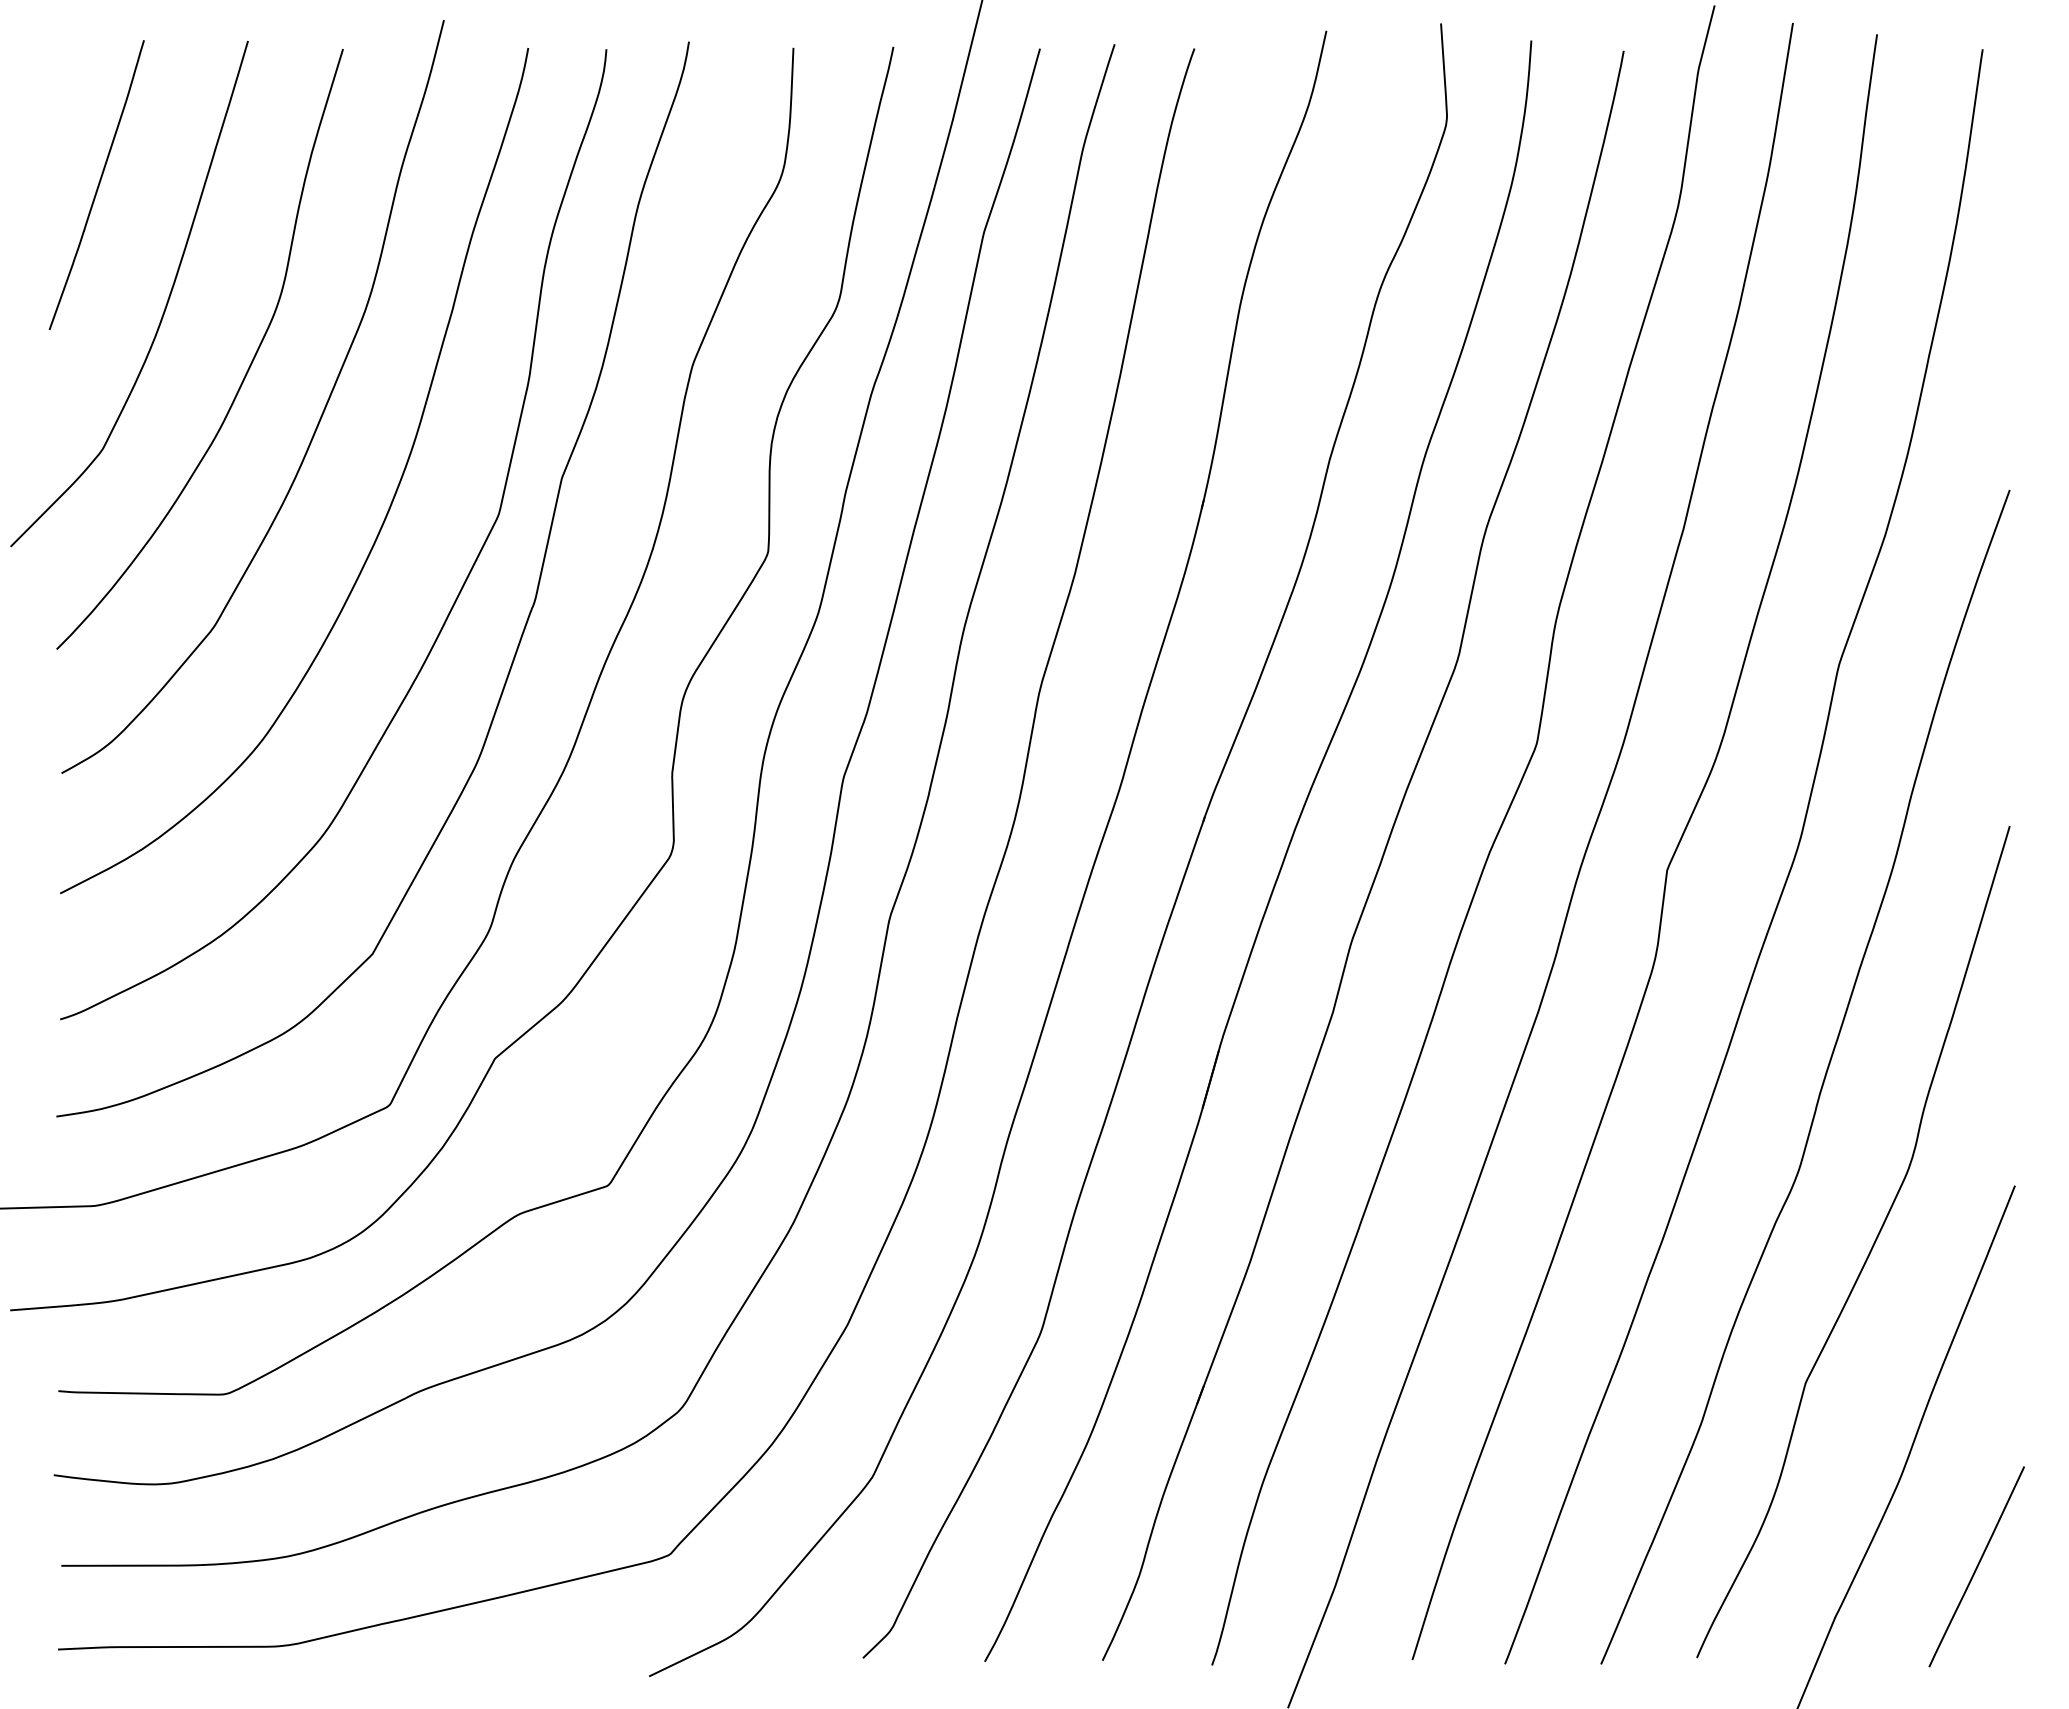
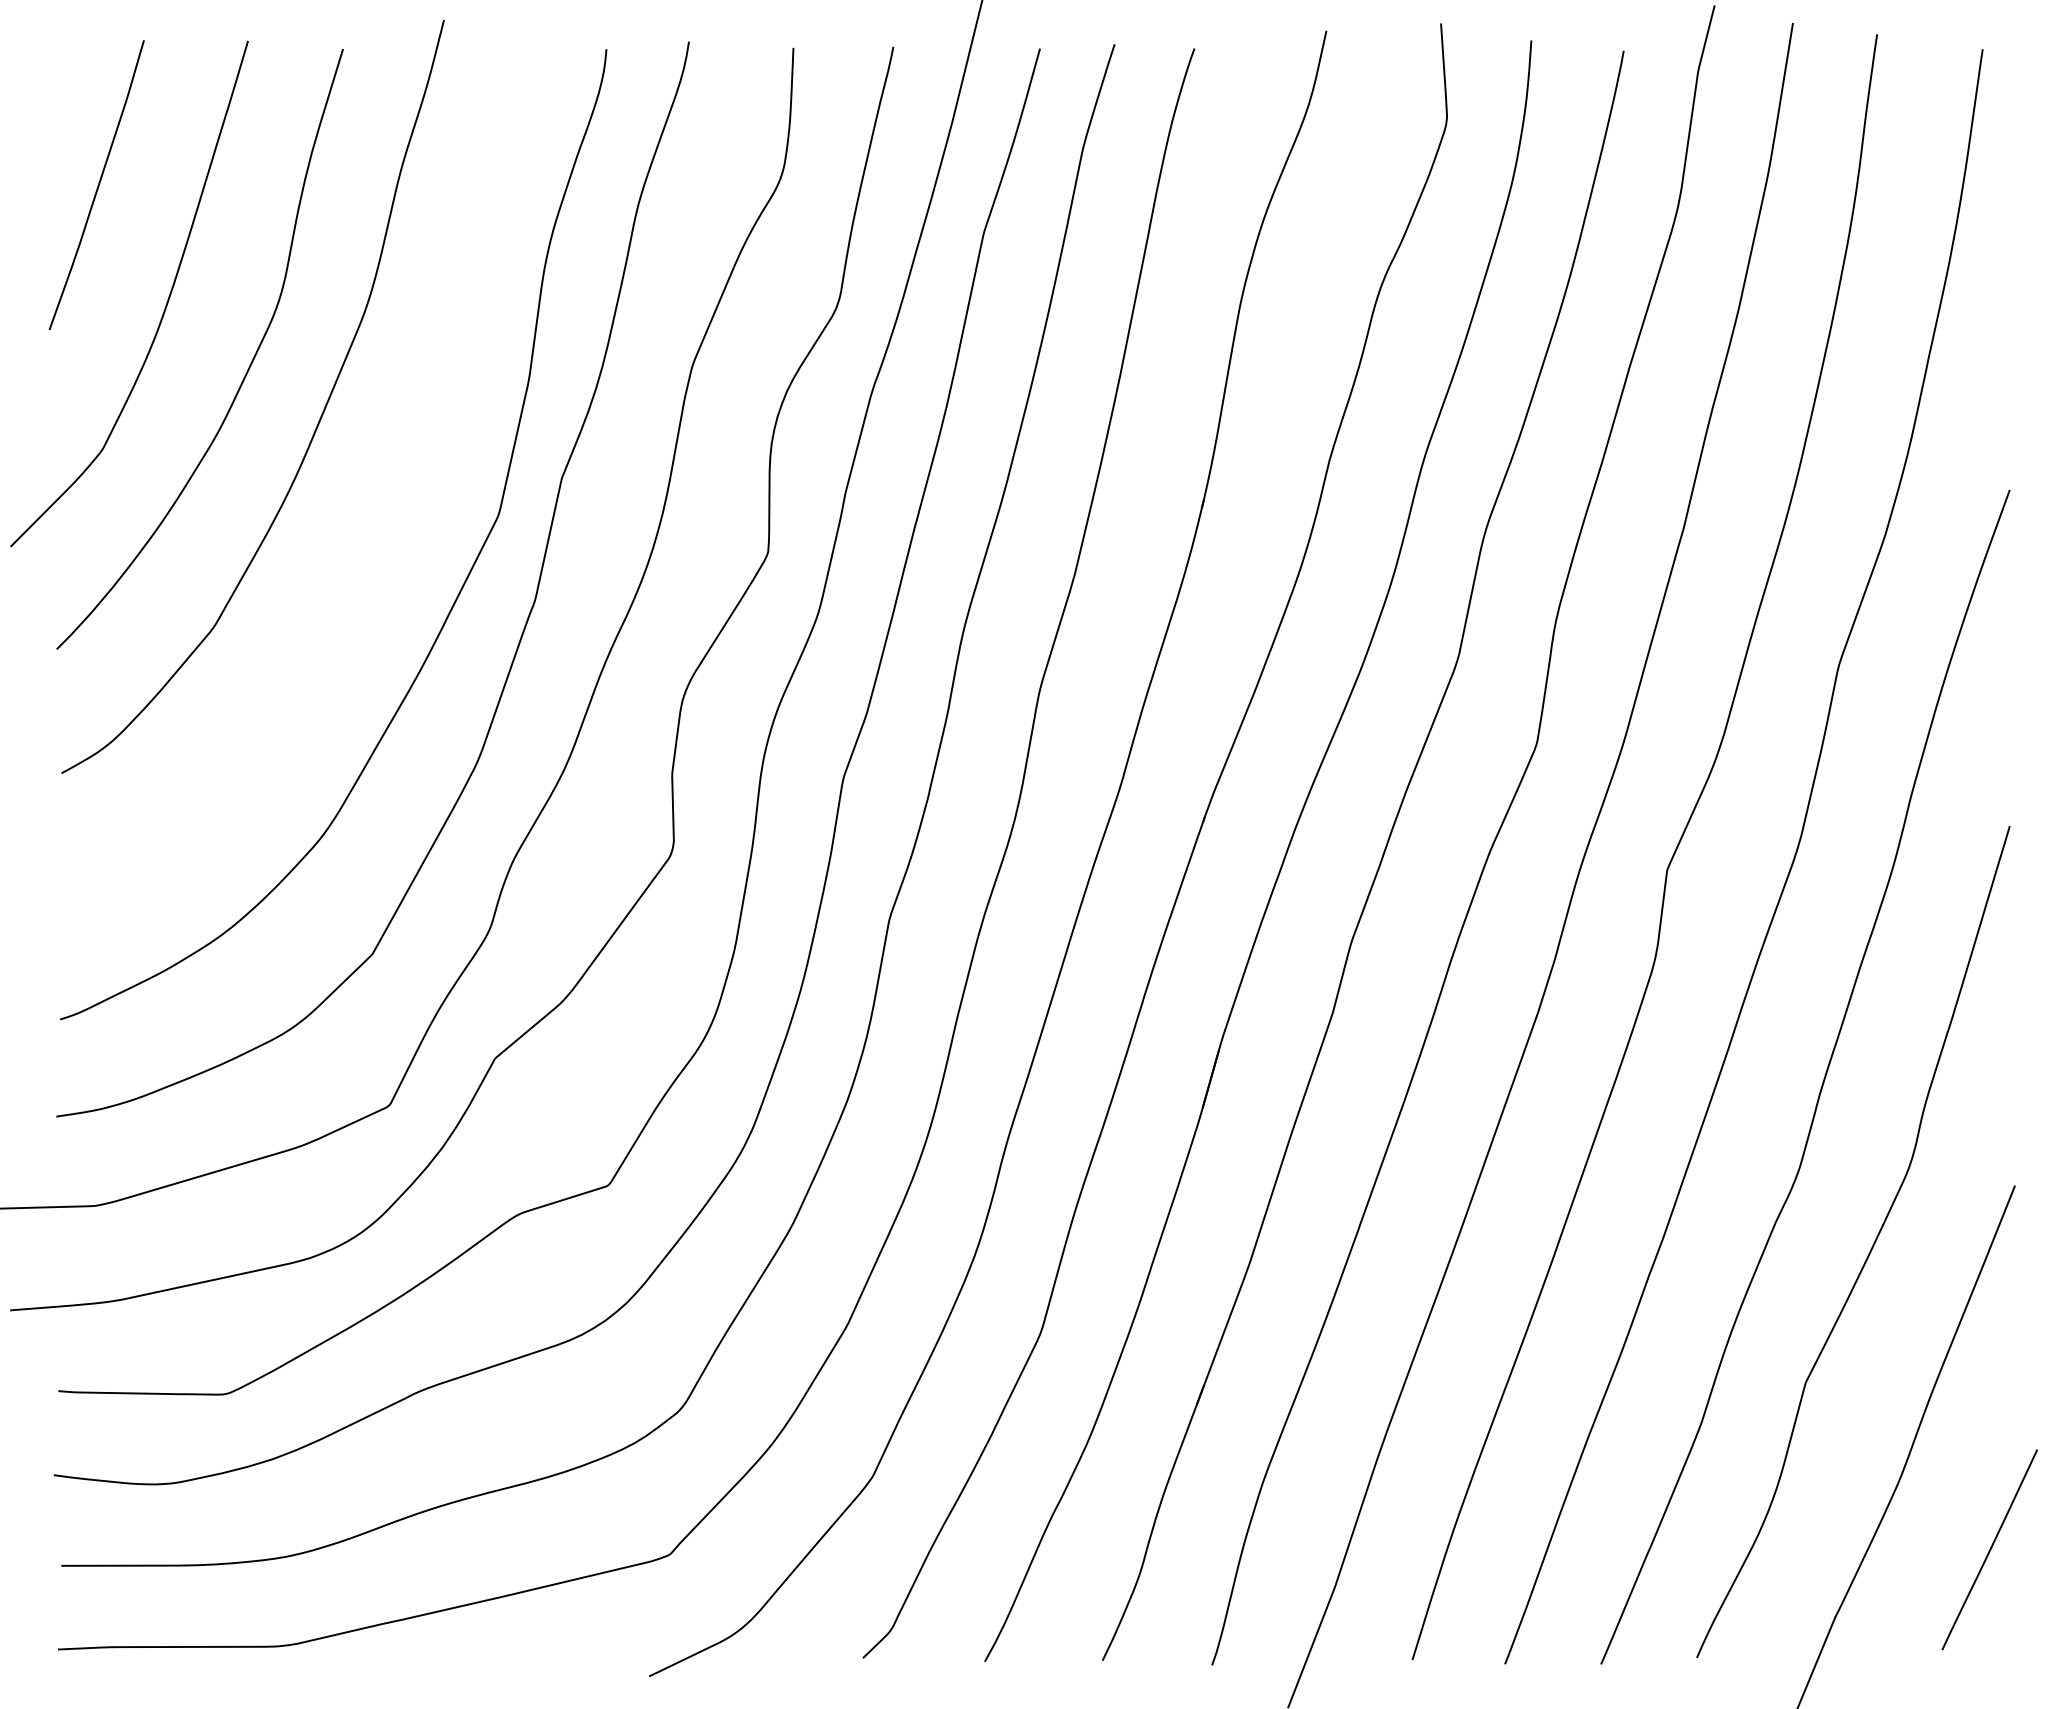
curve at (387, 510): present -> none
line at (1976, 1566) position: (1976, 1566) -> (1989, 1549)
